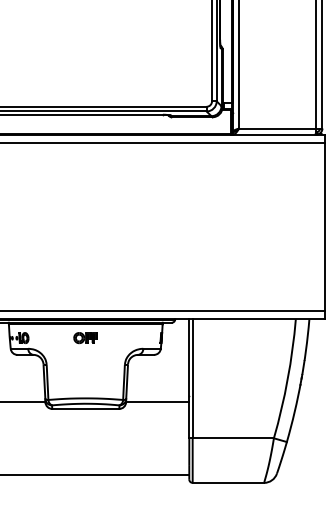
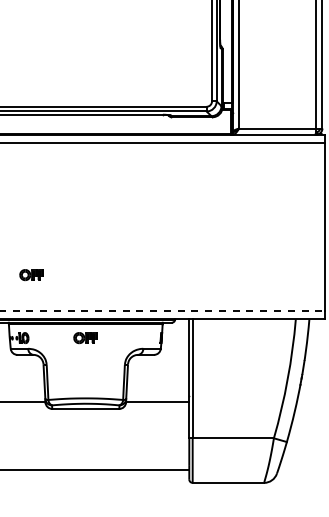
part at (31, 275): none -> present
line at (162, 311): solid -> dashed
line at (95, 474) position: (95, 474) -> (95, 469)
